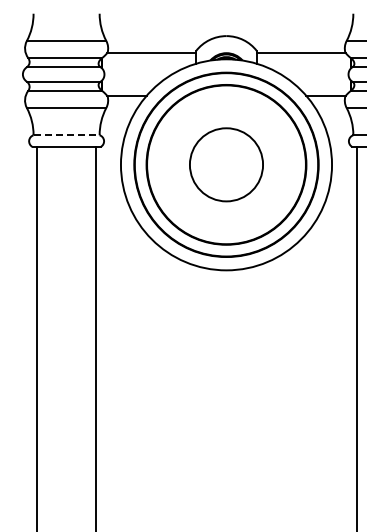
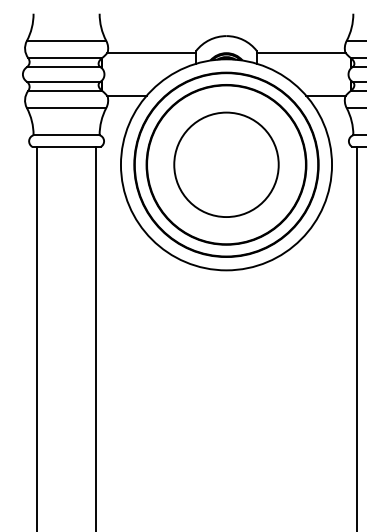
line at (67, 135): dashed -> solid
circle at (226, 164) diameter: 73 px -> 104 px
